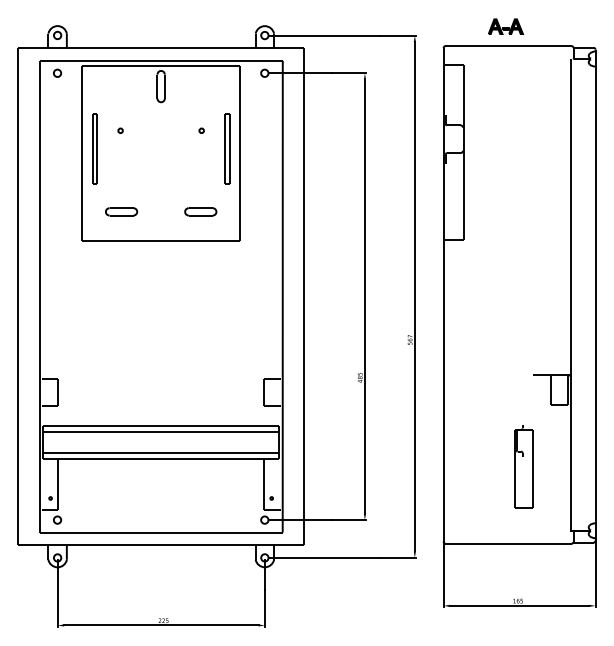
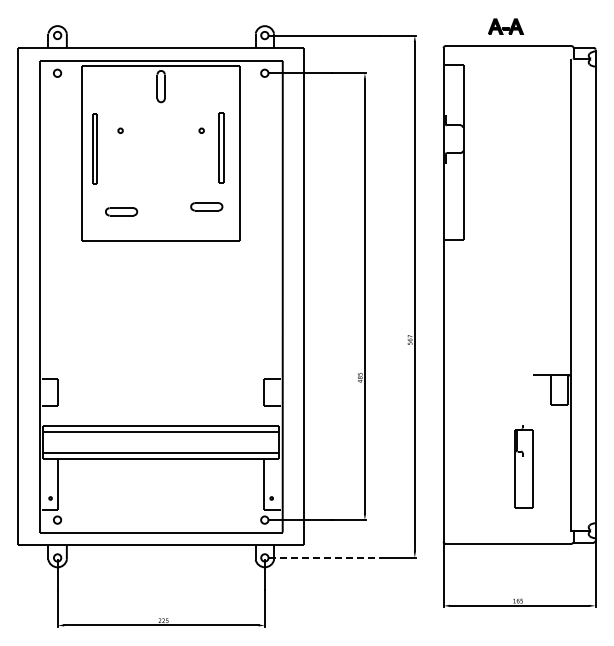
part at (227, 148) position: (227, 148) -> (221, 147)
part at (200, 211) position: (200, 211) -> (206, 206)
line at (324, 557): solid -> dashed
